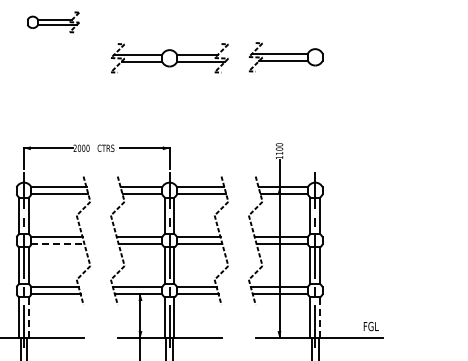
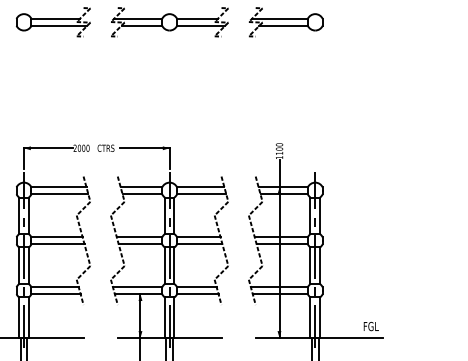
part at (53, 22) size: 53x23 px -> 75x31 px
part at (285, 57) position: (285, 57) -> (285, 22)
part at (169, 58) position: (169, 58) -> (169, 22)
line at (58, 244): dashed -> solid
line at (28, 317): dashed -> solid
line at (320, 317): dashed -> solid
